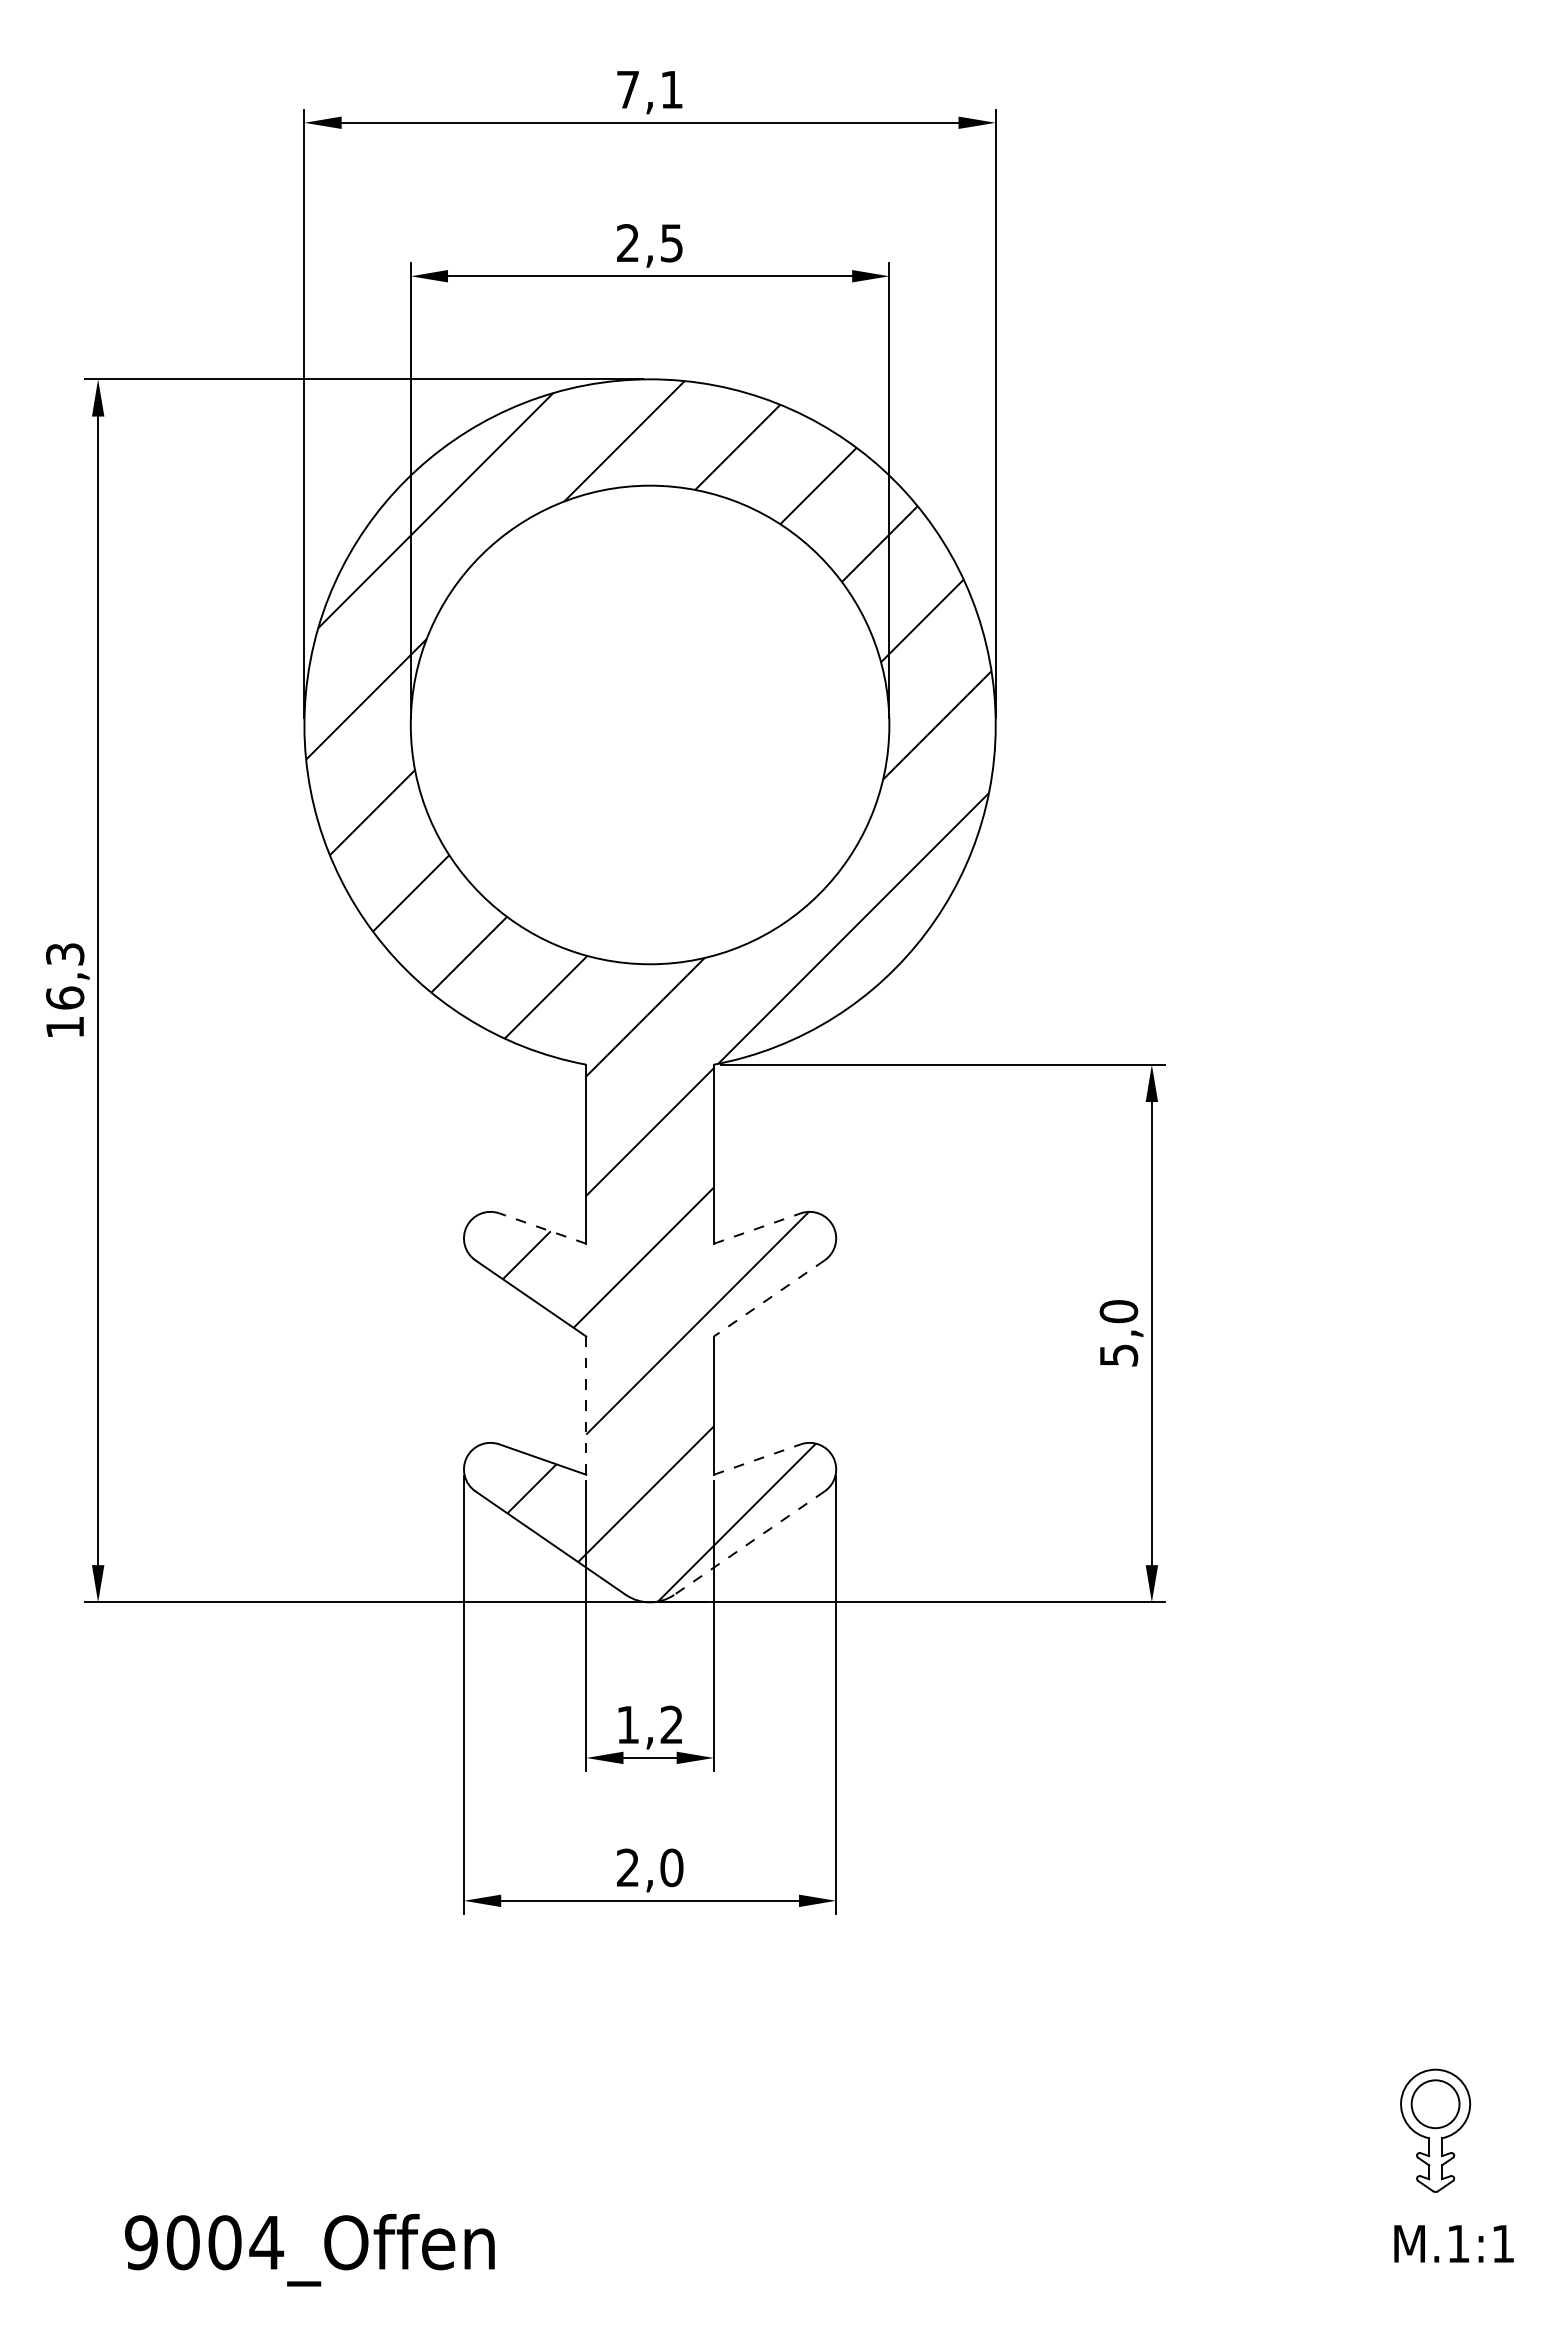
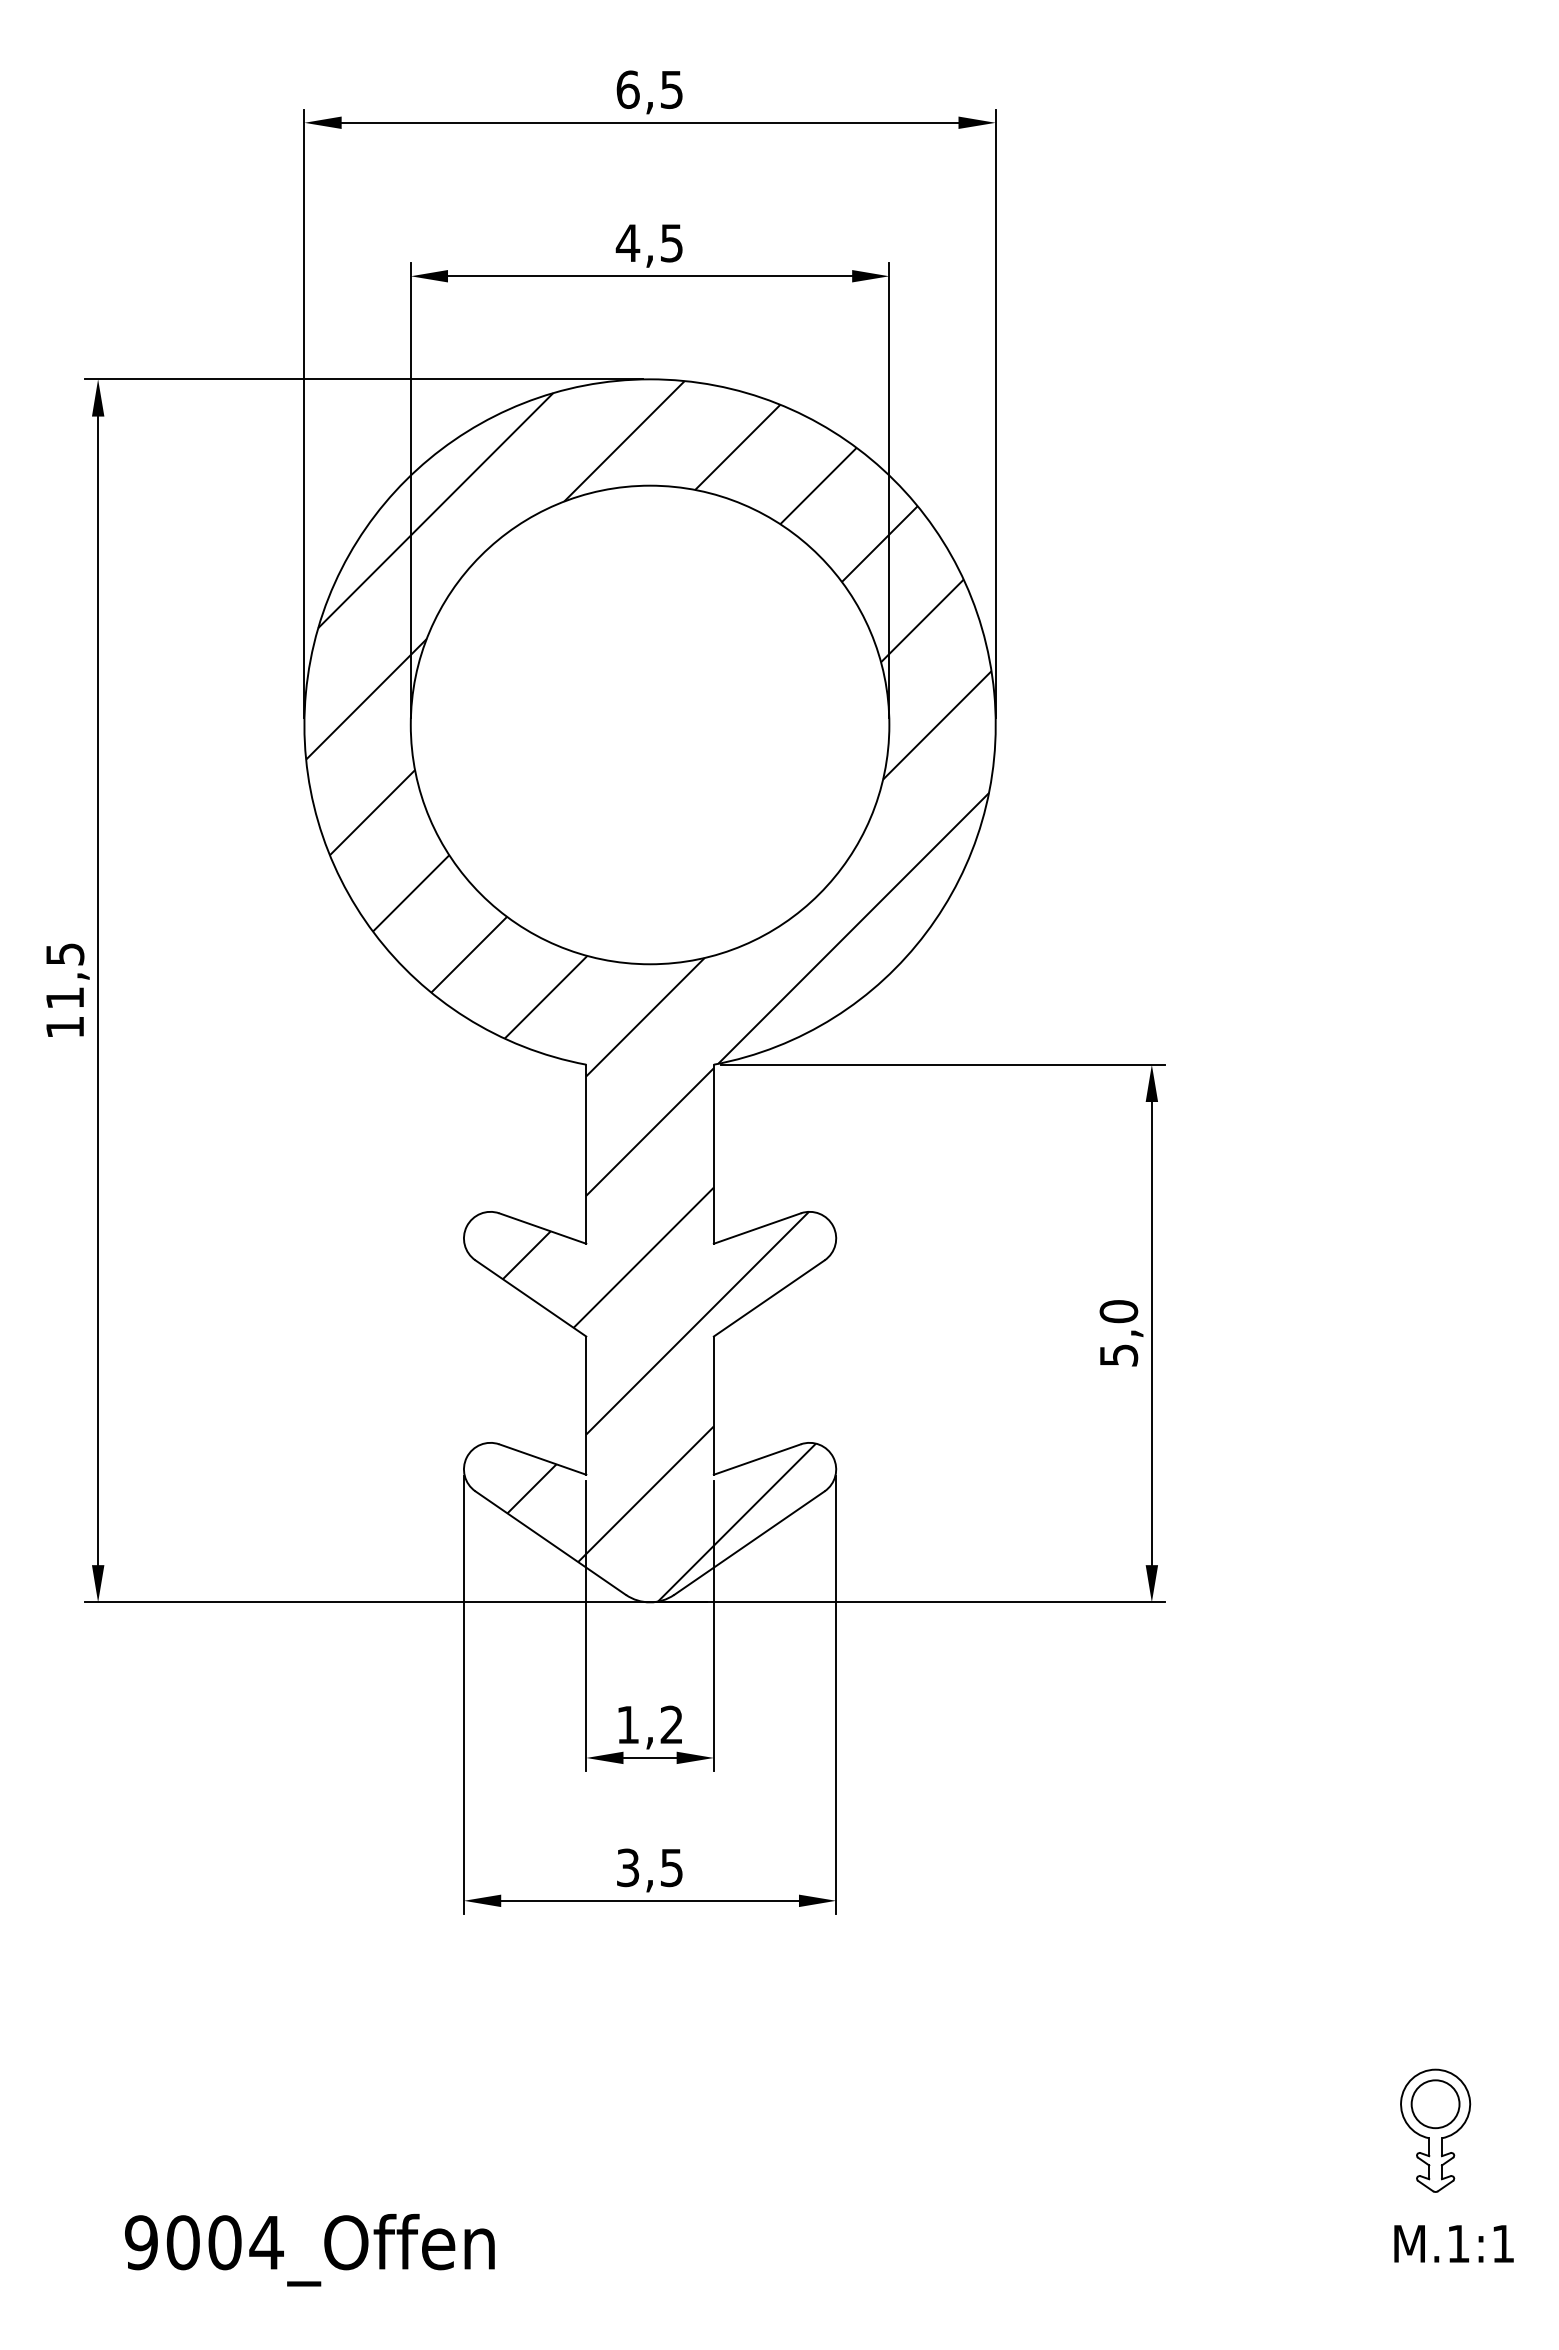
text at (649, 89): 7,1 -> 6,5
text at (627, 242): 2,5 -> 4,5
text at (65, 976): 16,3 -> 11,5
line at (542, 1228): dashed -> solid
line at (757, 1228): dashed -> solid
line at (768, 1298): dashed -> solid
line at (586, 1406): dashed -> solid
line at (757, 1459): dashed -> solid
line at (749, 1543): dashed -> solid
text at (650, 1867): 2,0 -> 3,5
